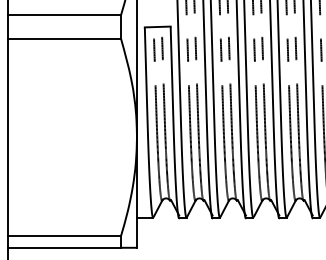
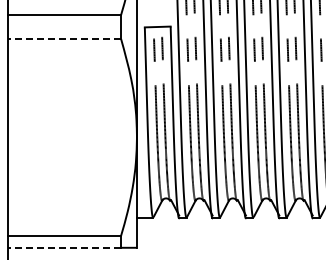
line at (64, 38): solid -> dashed
line at (64, 247): solid -> dashed
